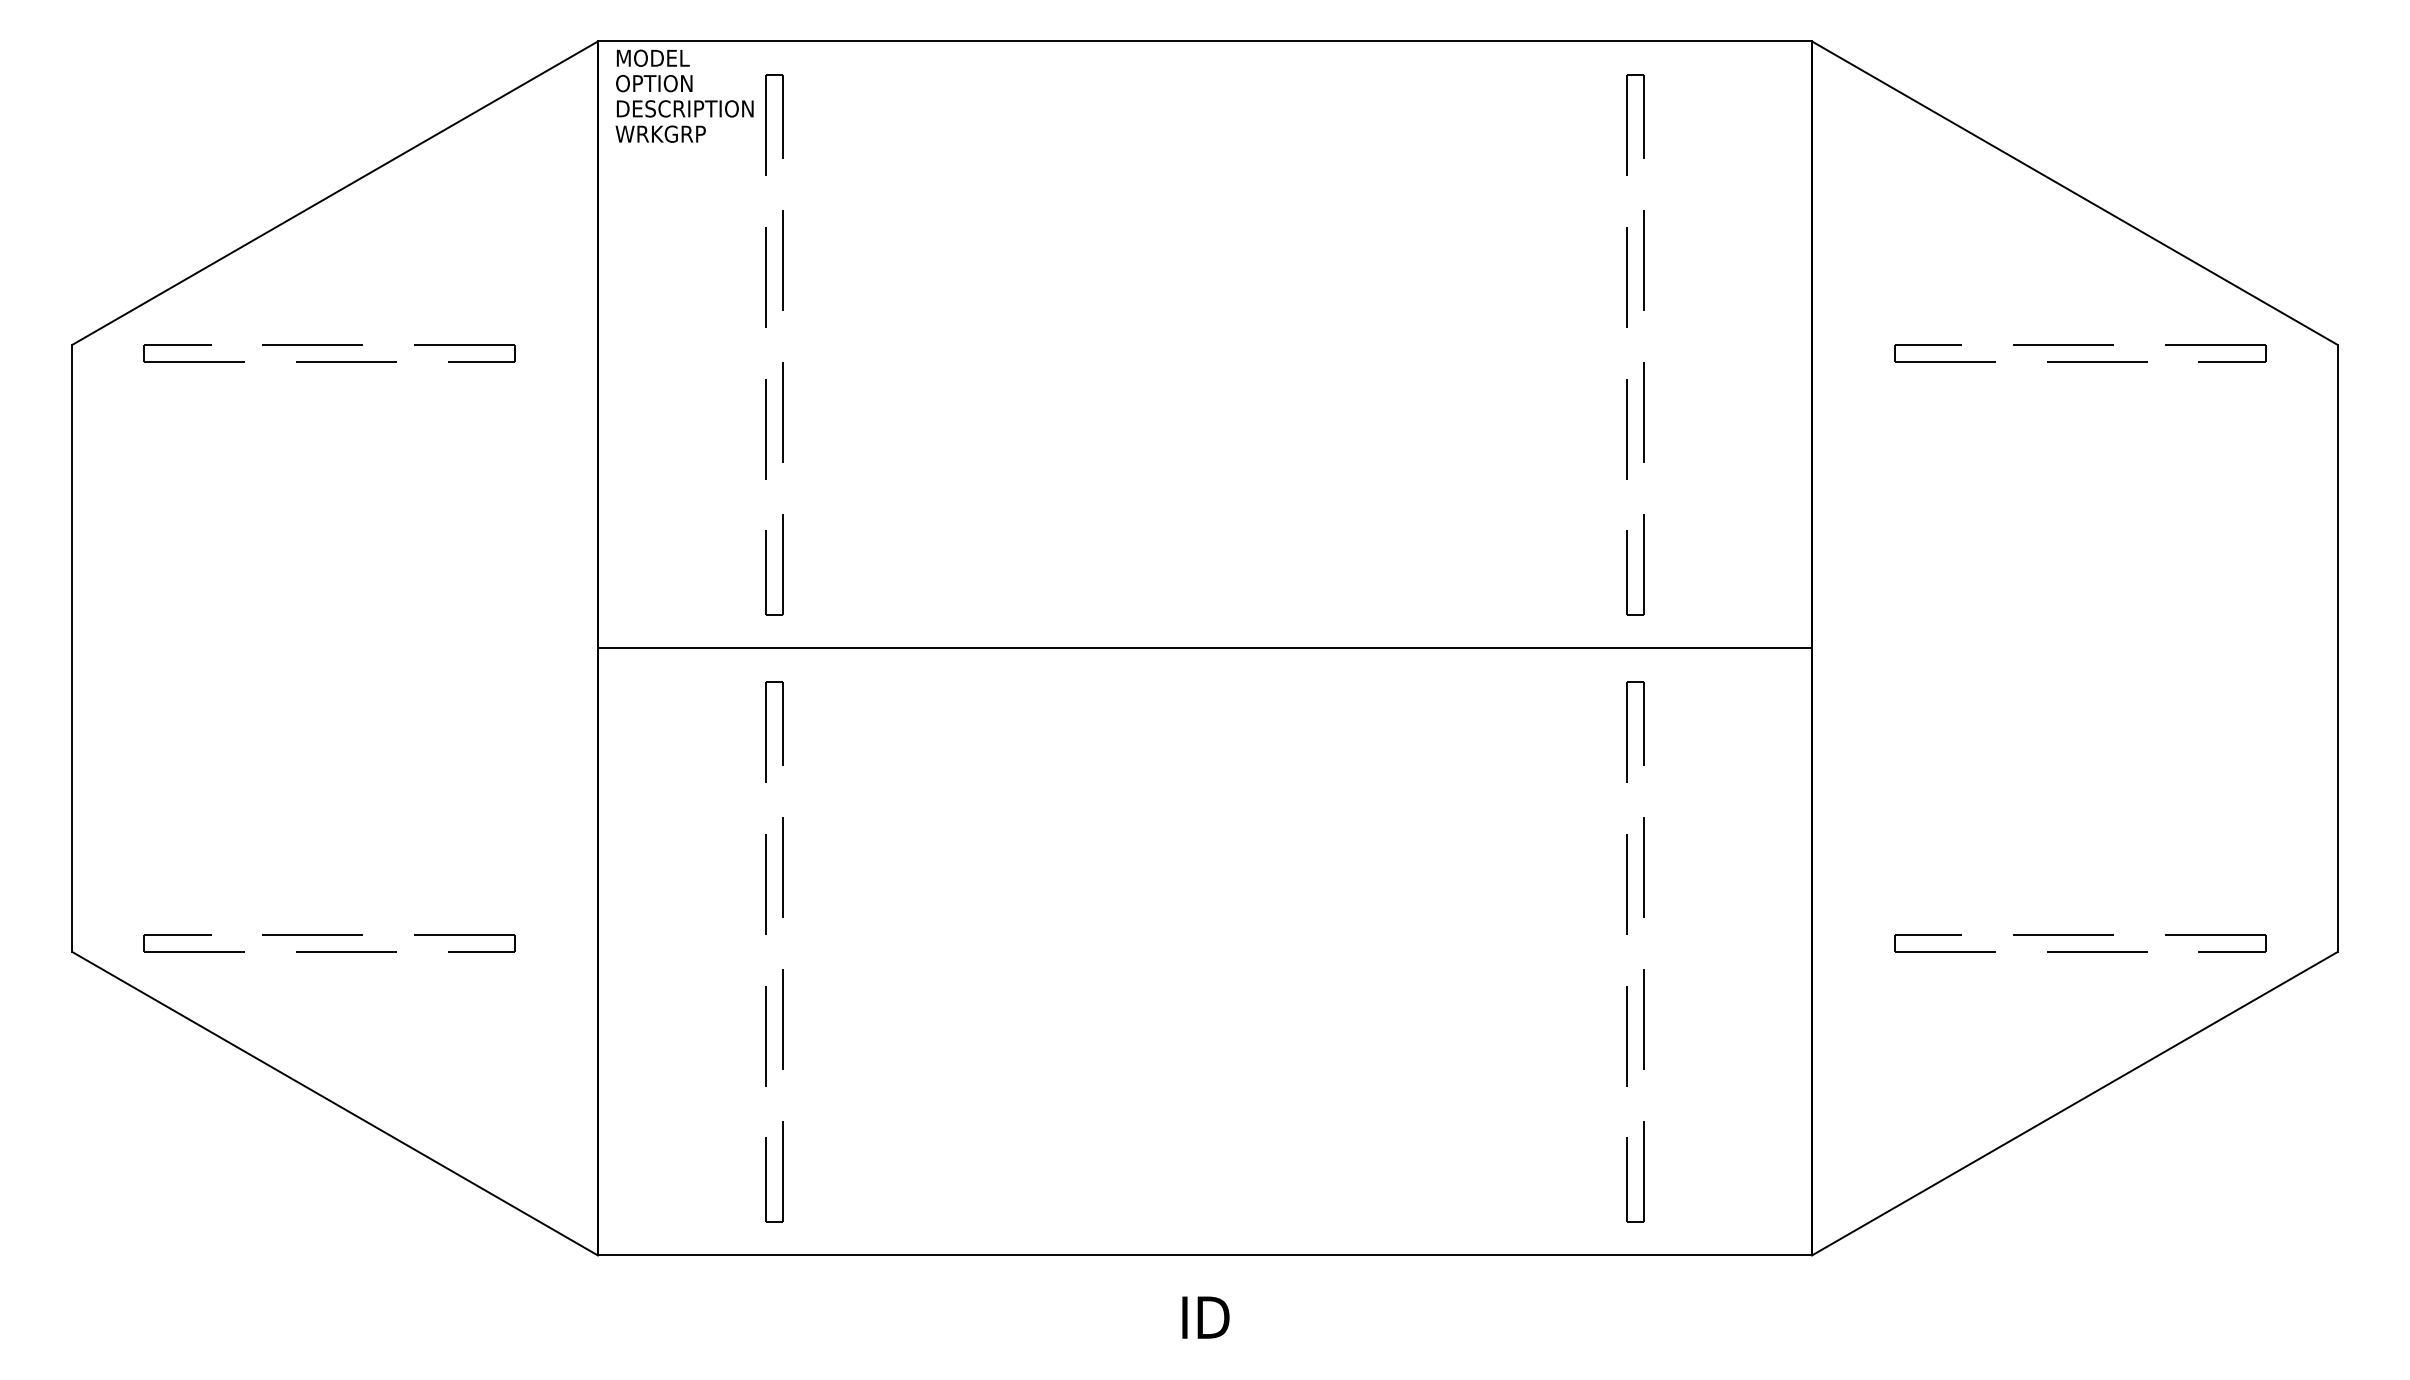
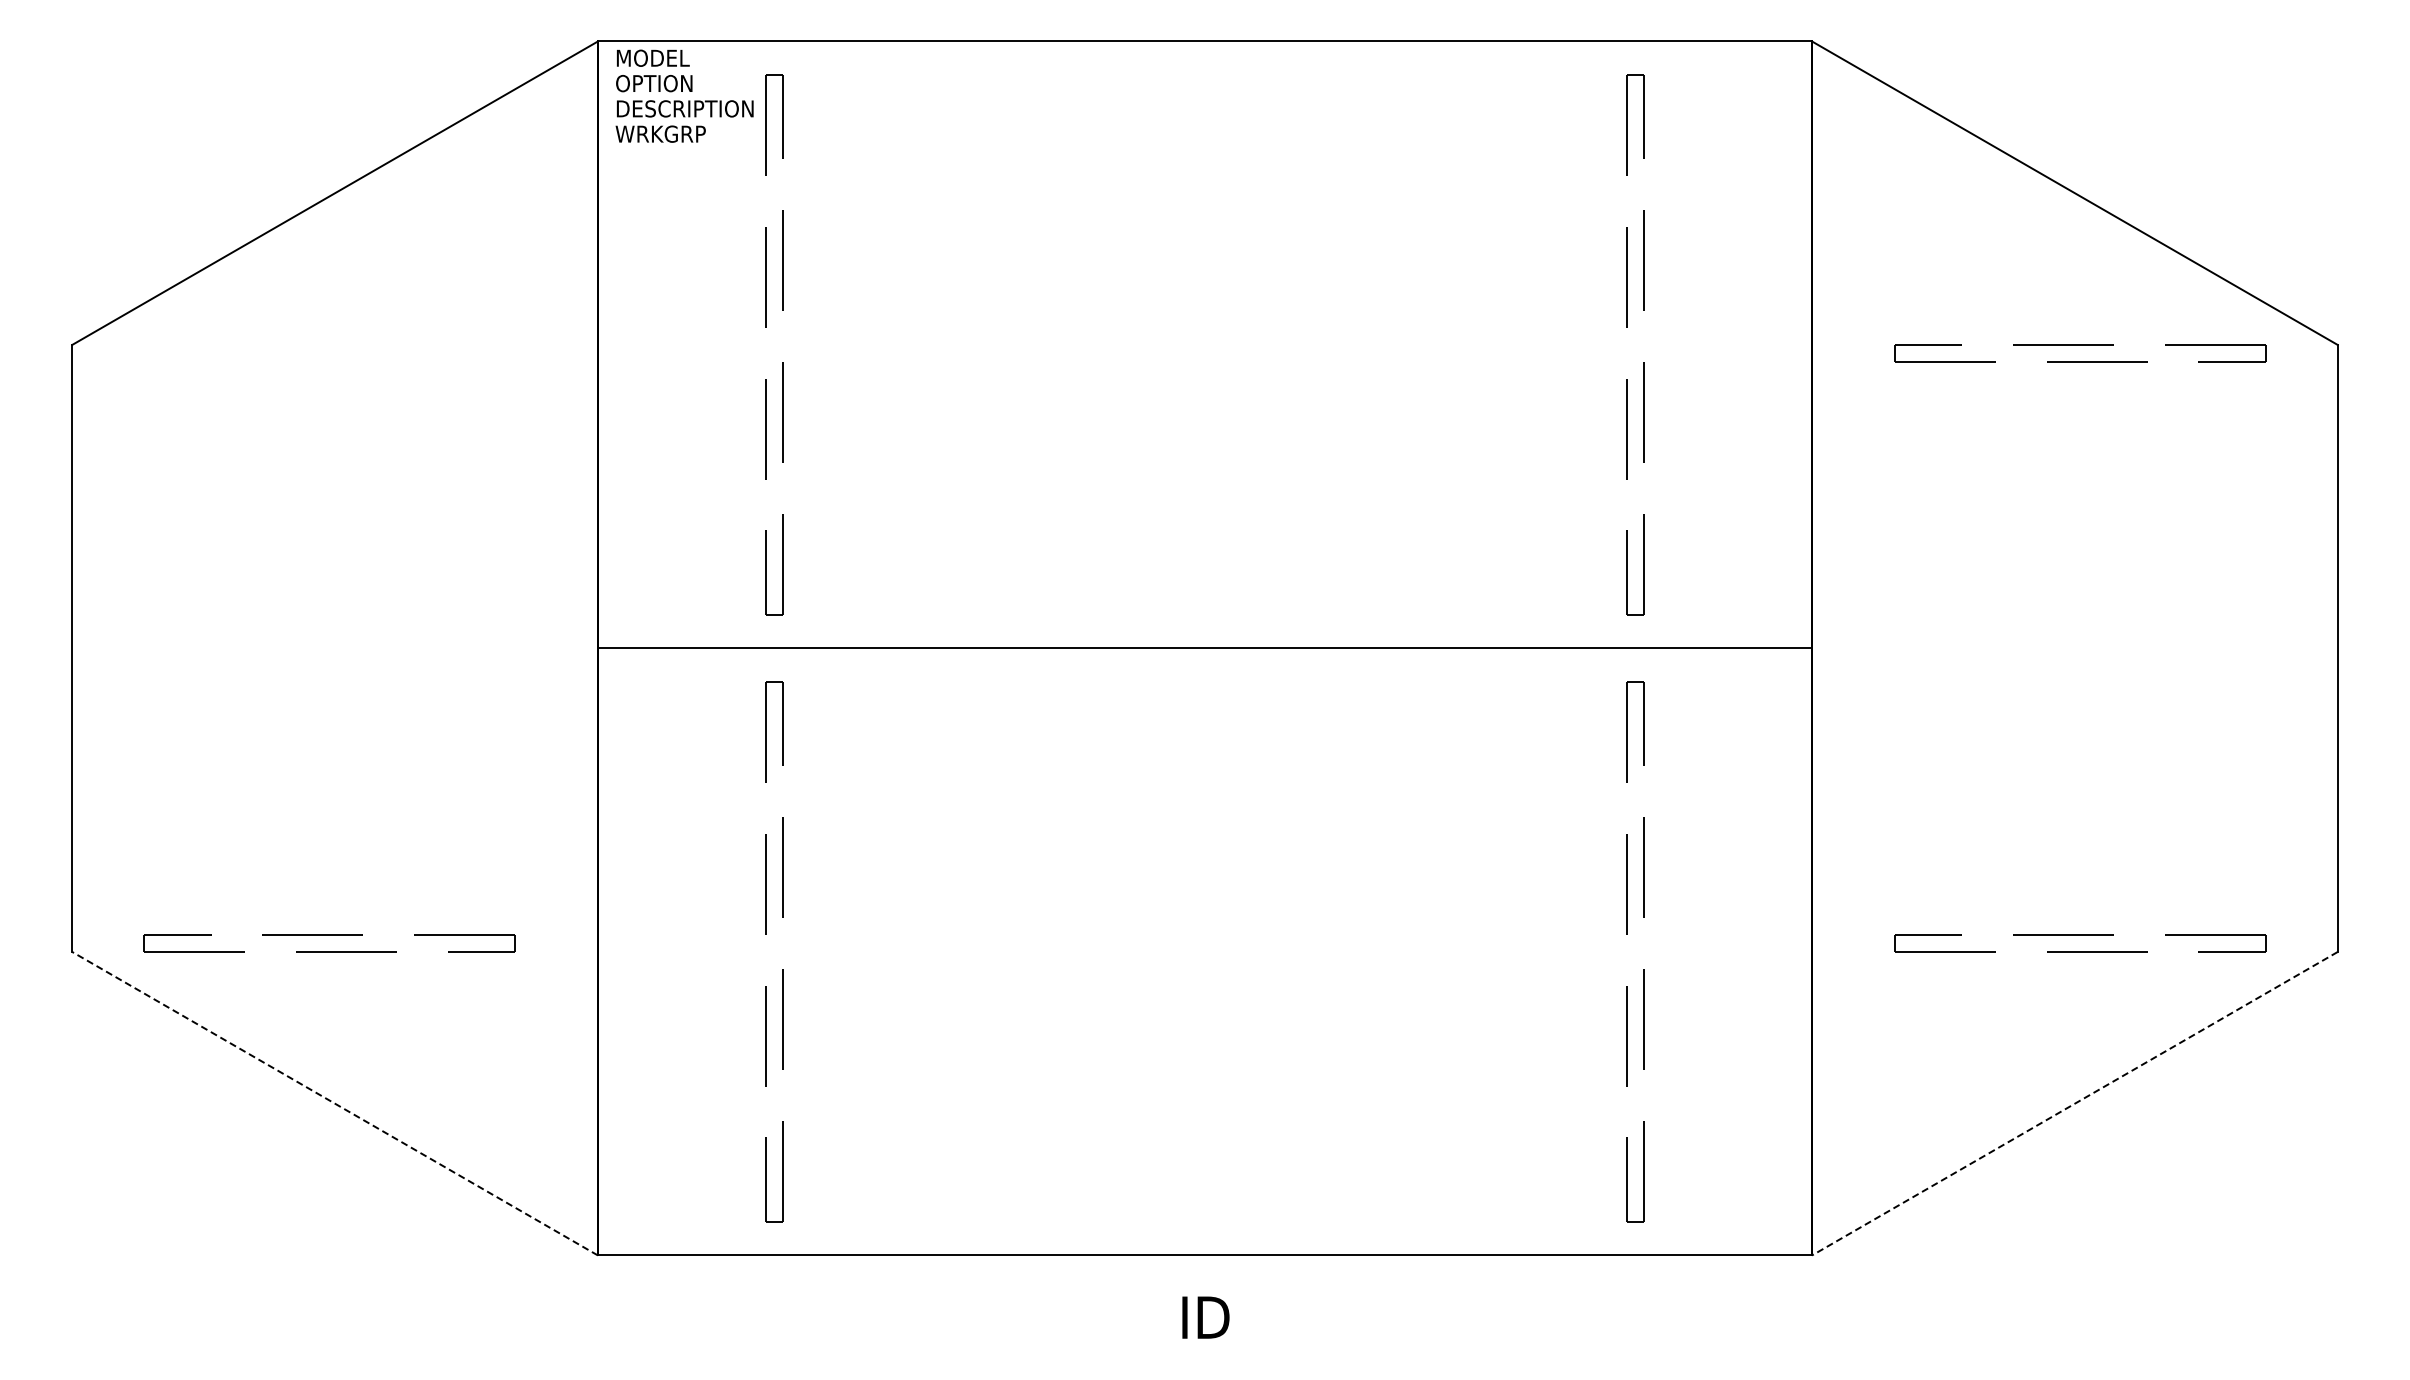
part at (329, 345): present -> none
line at (335, 1103): solid -> dashed
line at (2074, 1103): solid -> dashed
